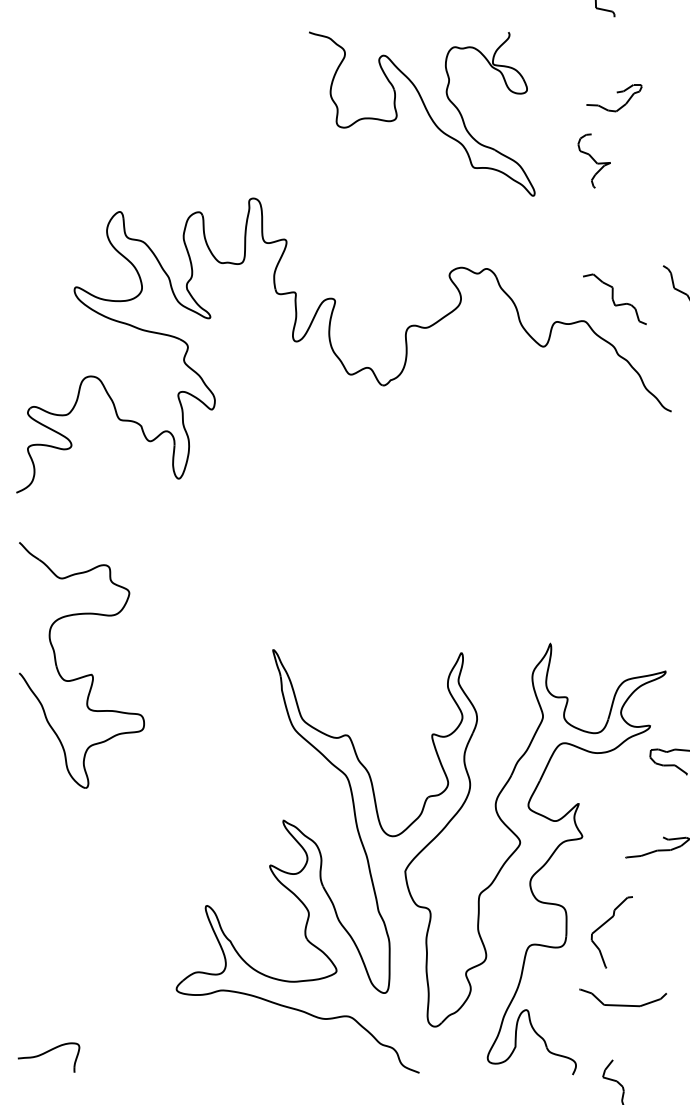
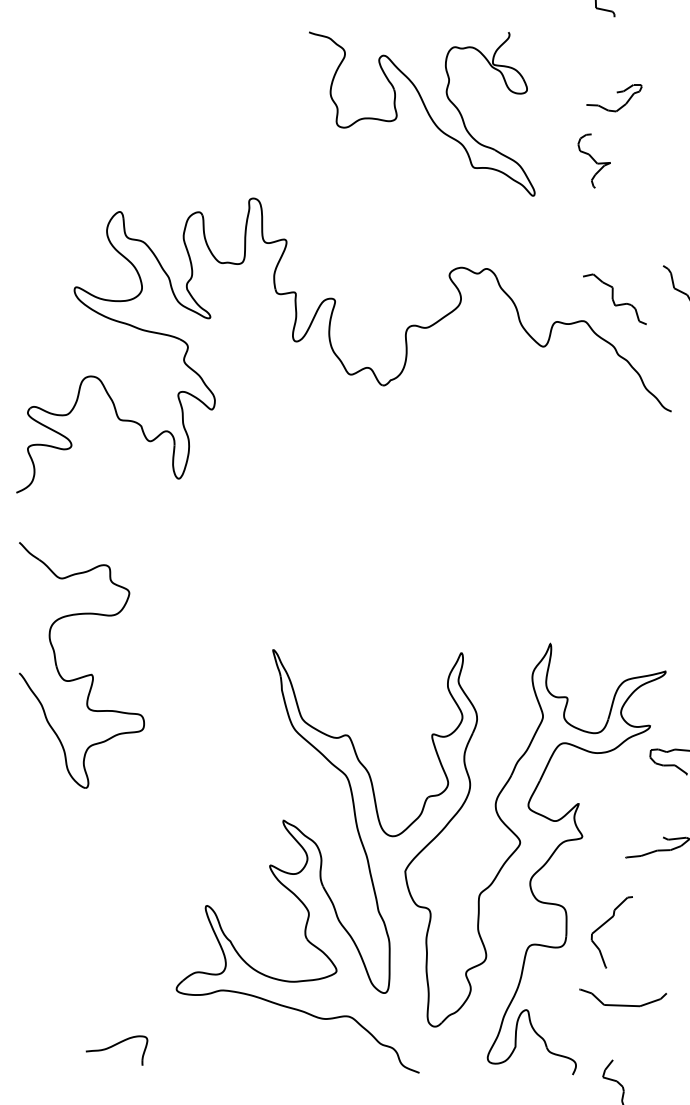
part at (48, 1057) position: (48, 1057) -> (116, 1050)
